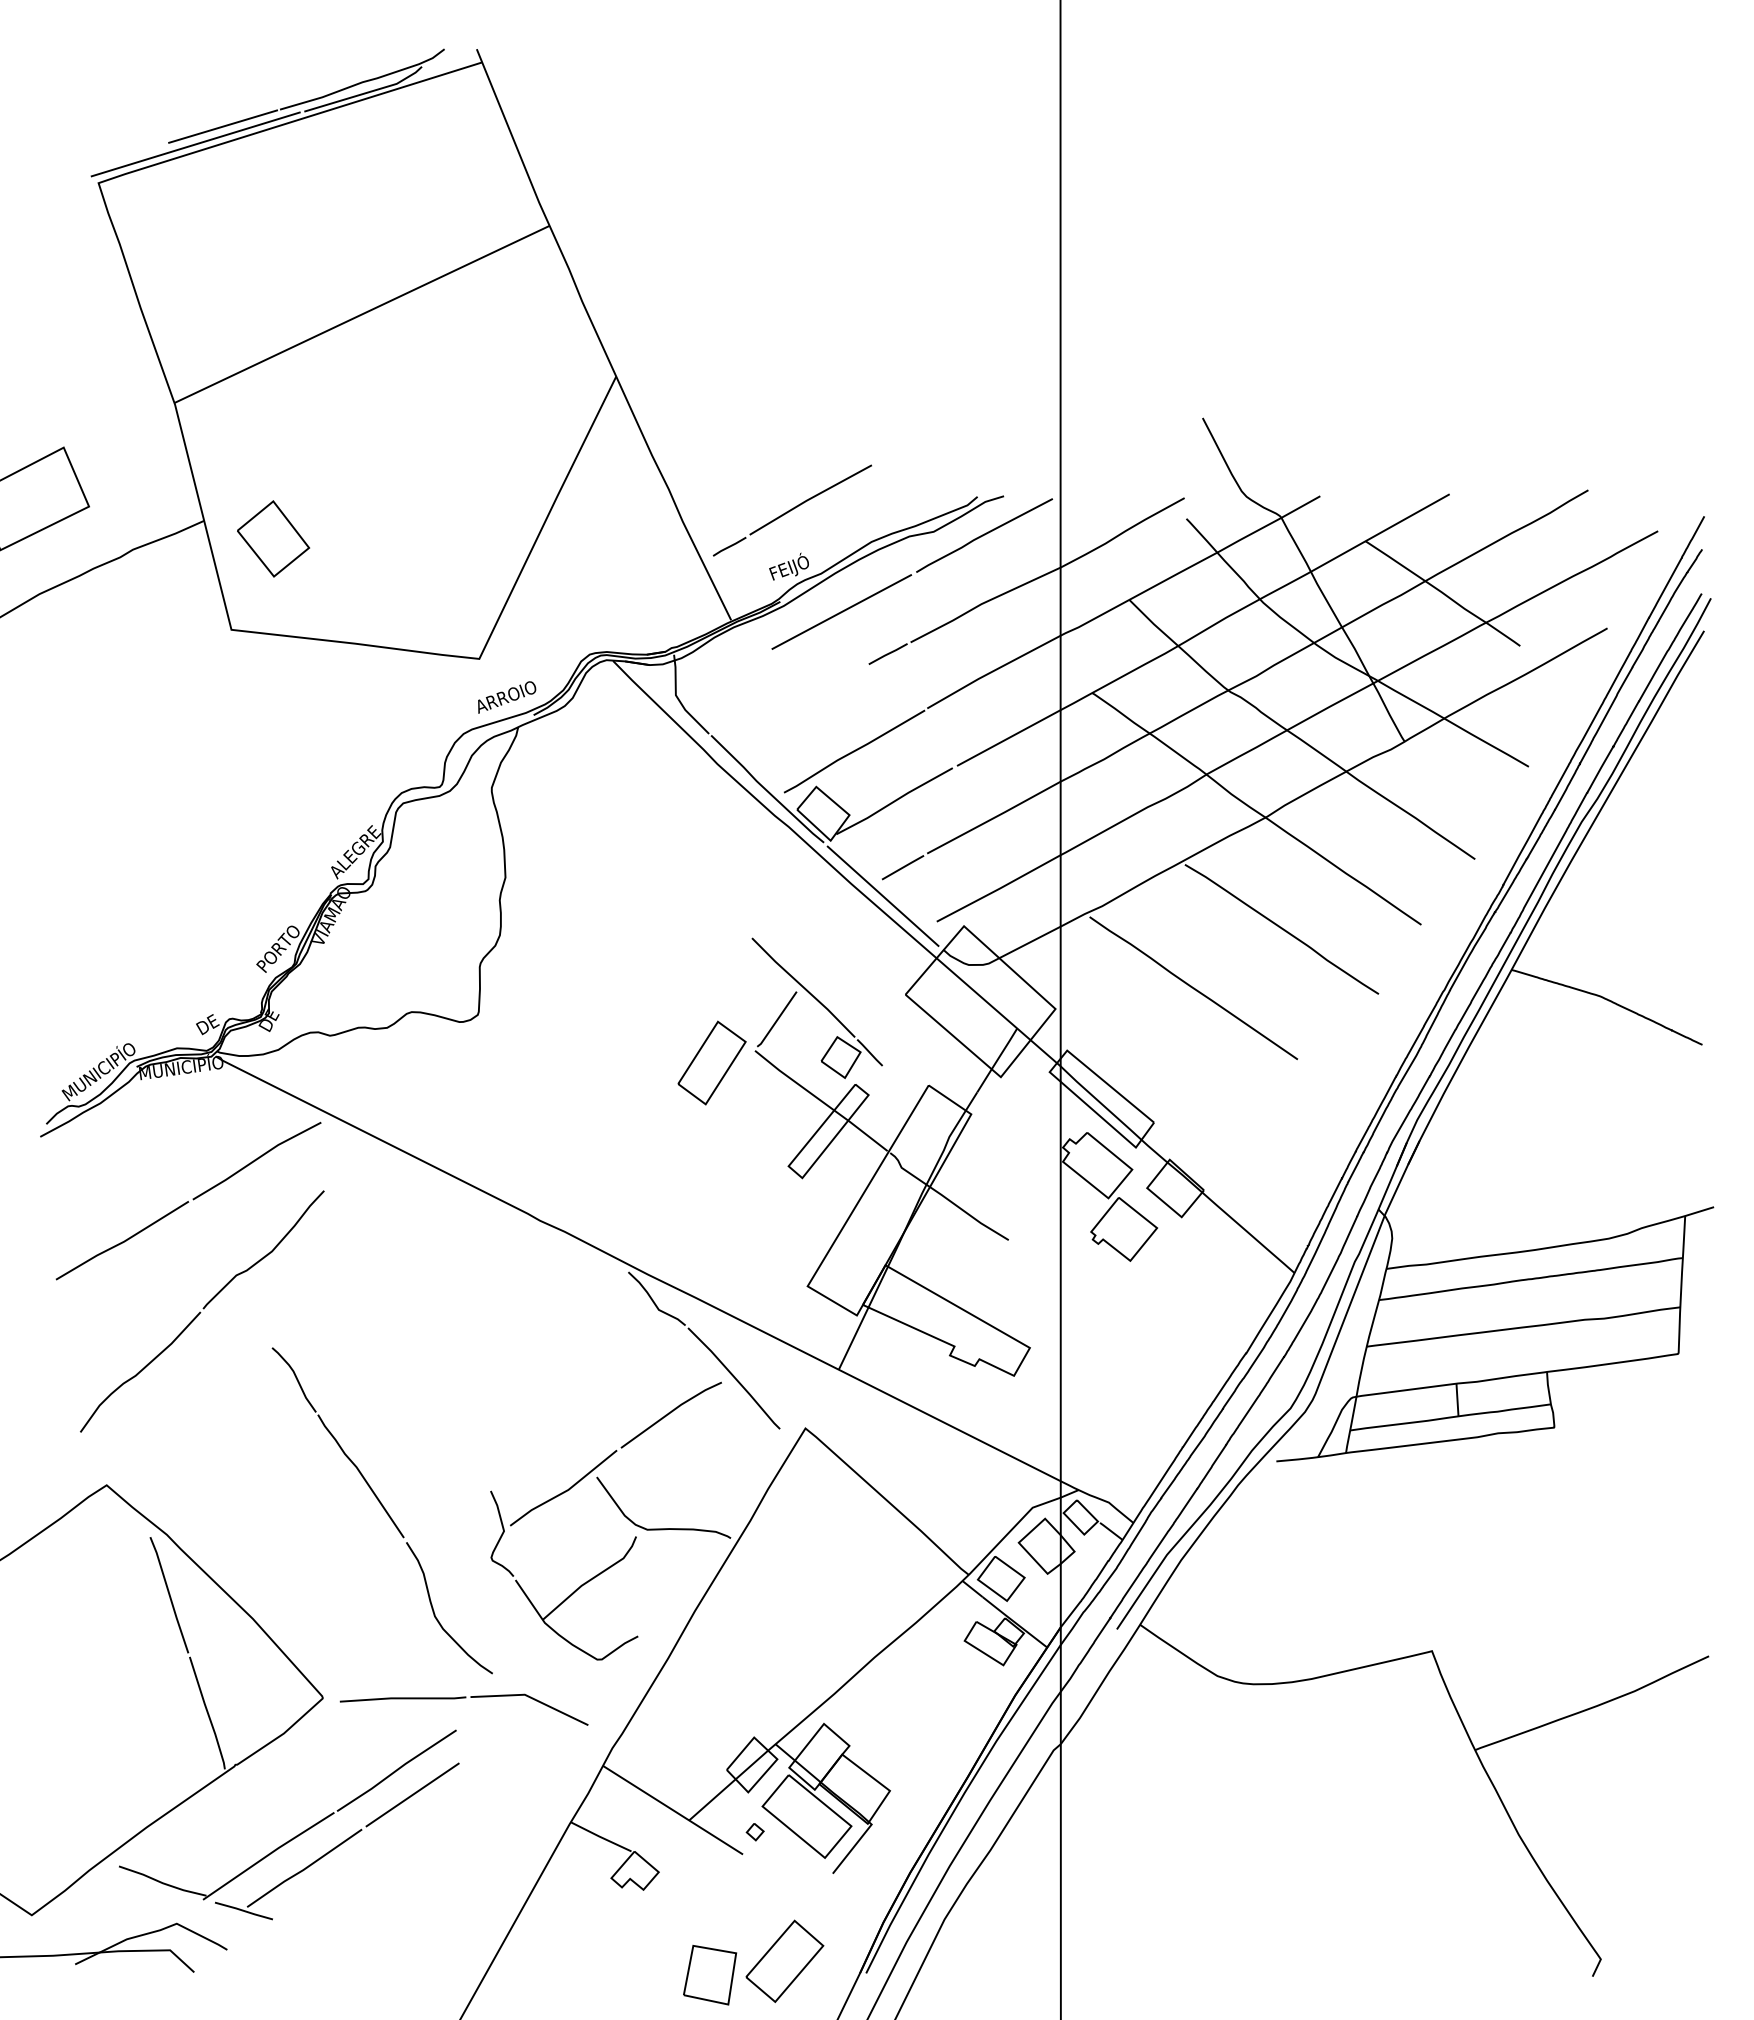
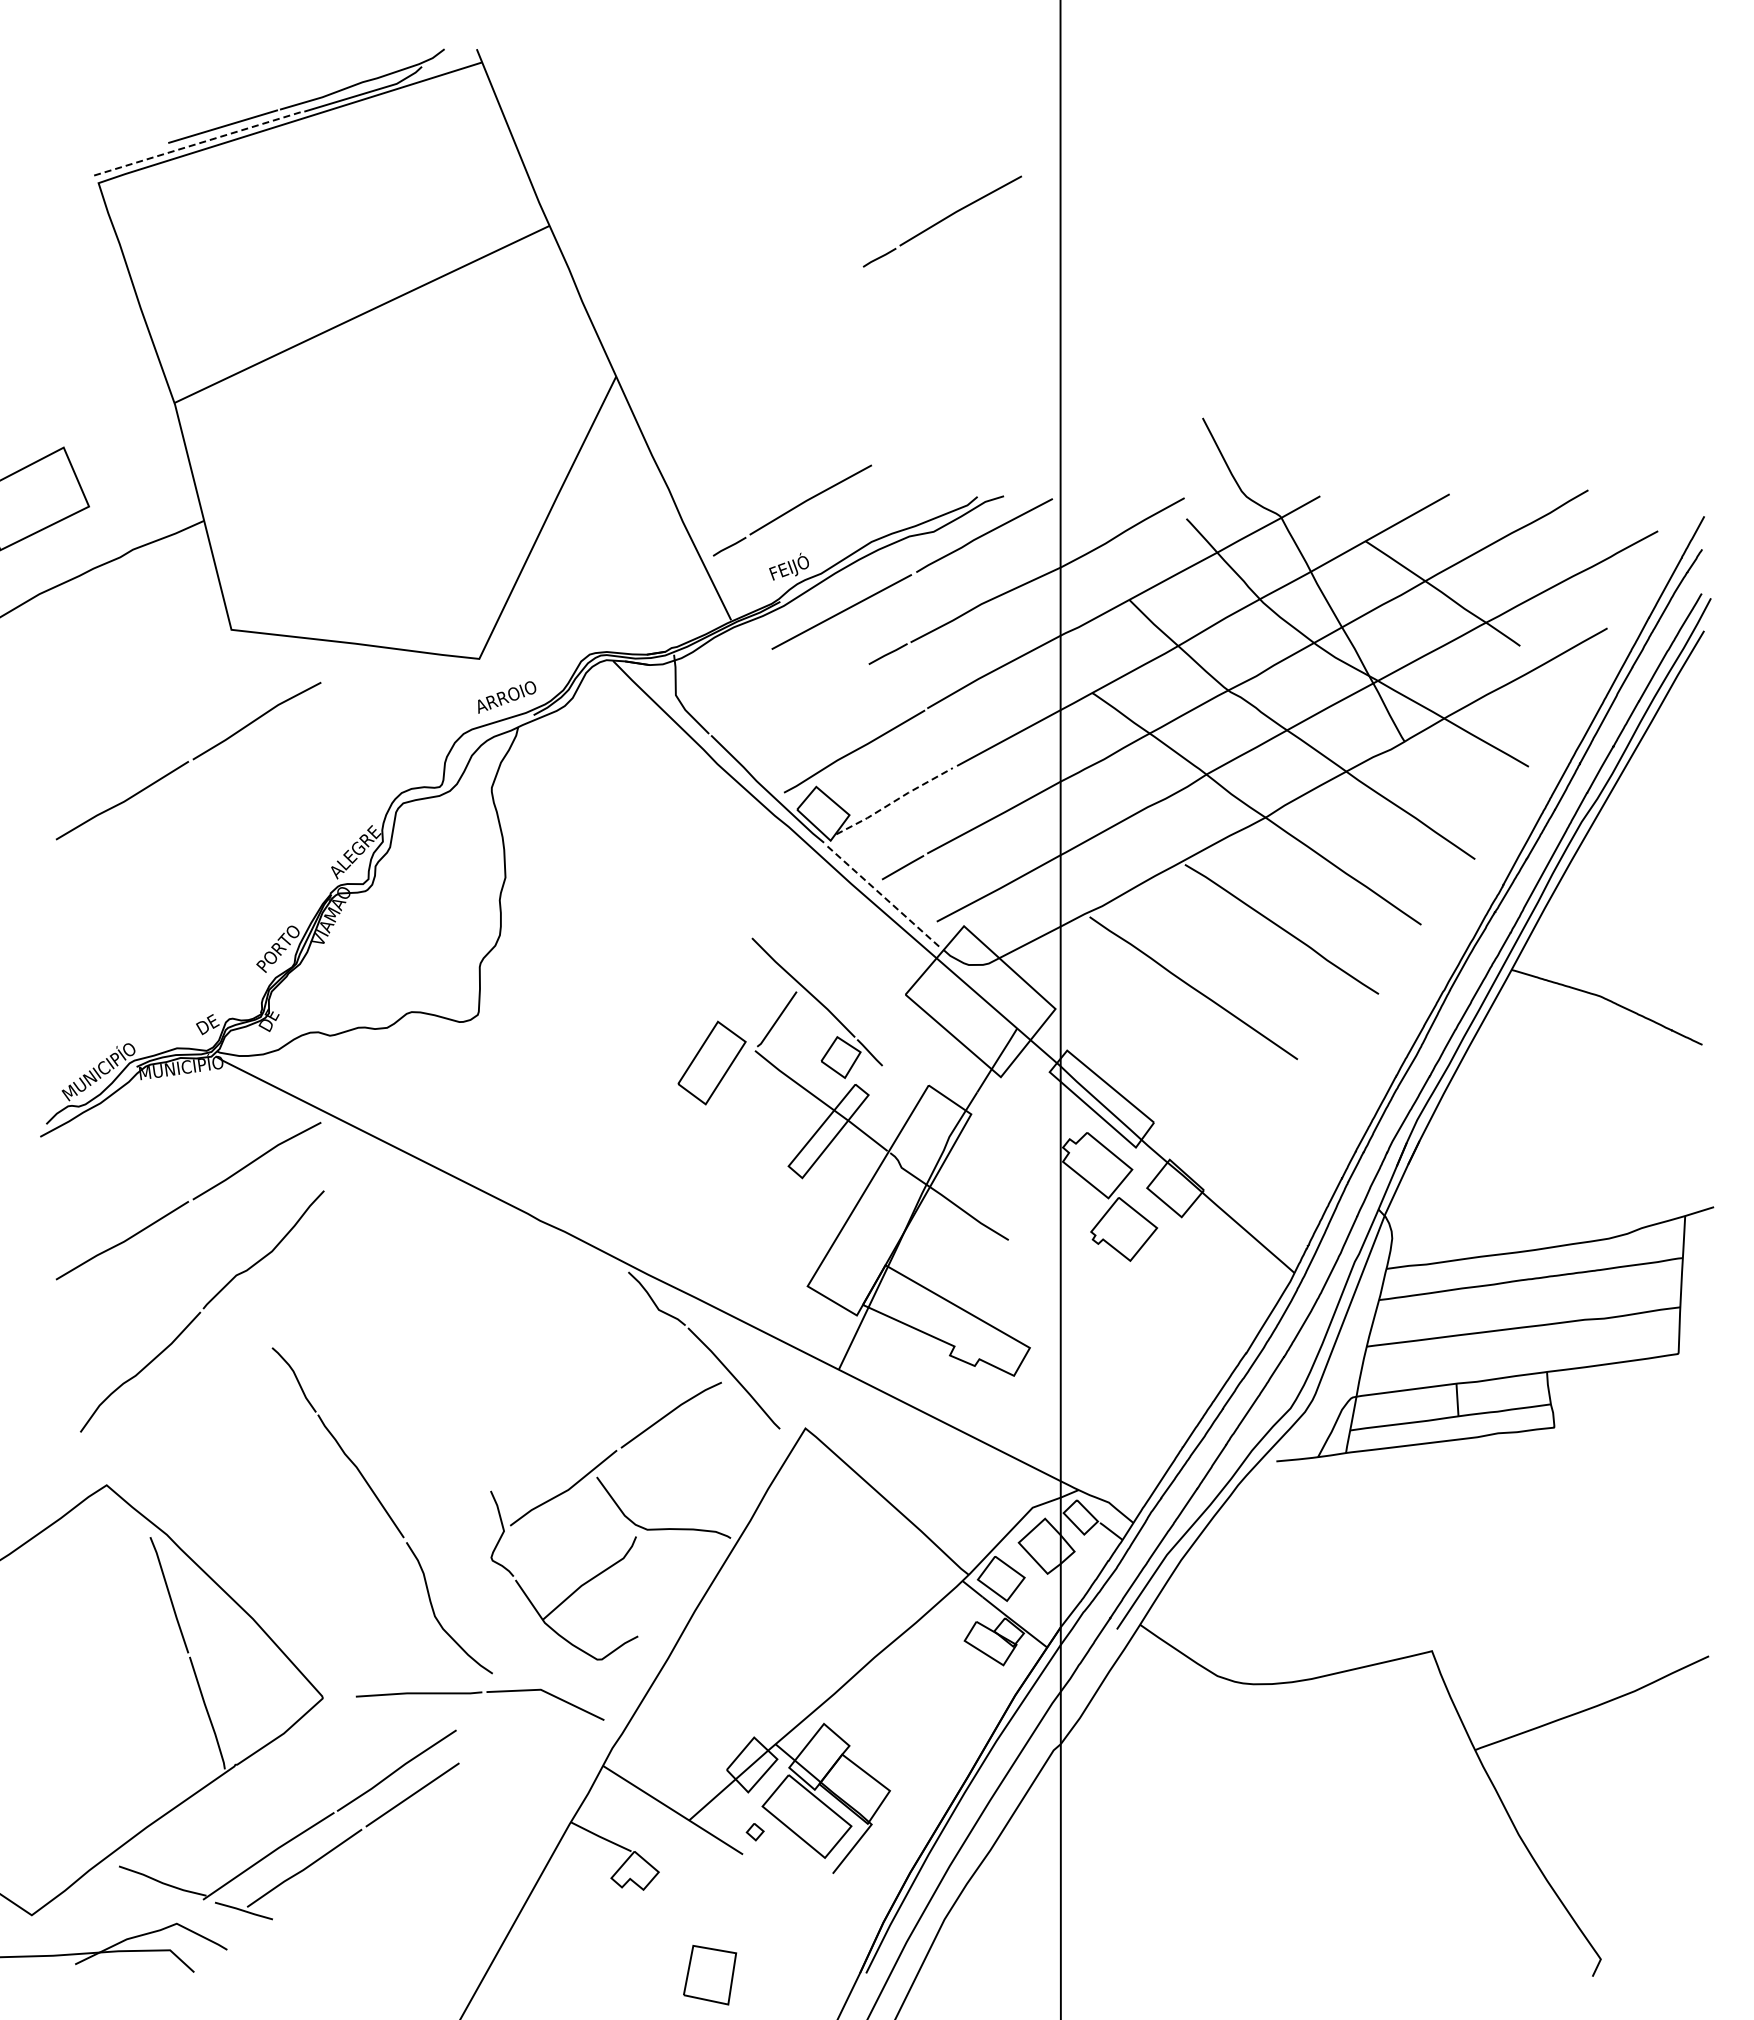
line at (195, 144): solid -> dashed
part at (941, 221): none -> present
part at (273, 538): present -> none
part at (188, 760): none -> present
line at (894, 801): solid -> dashed
line at (882, 895): solid -> dashed
part at (463, 1698) position: (463, 1698) -> (479, 1693)
part at (784, 1960): present -> none
